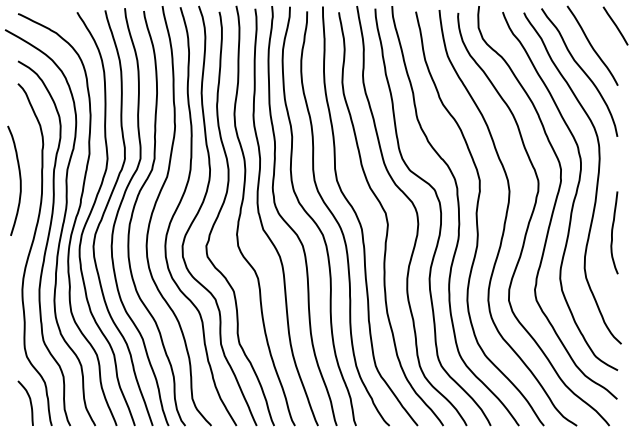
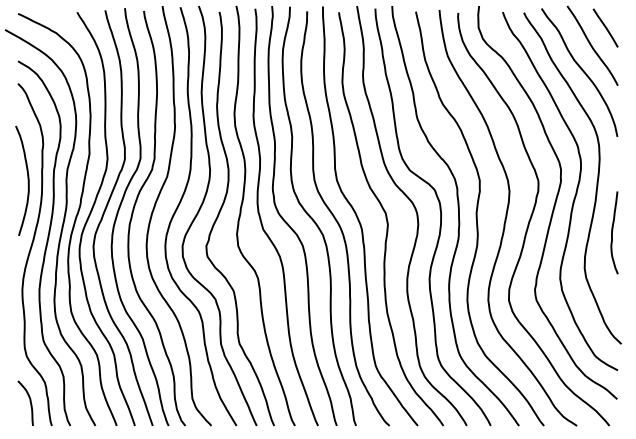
line at (615, 25) position: (615, 25) -> (605, 27)
curve at (19, 180) position: (19, 180) -> (27, 180)
